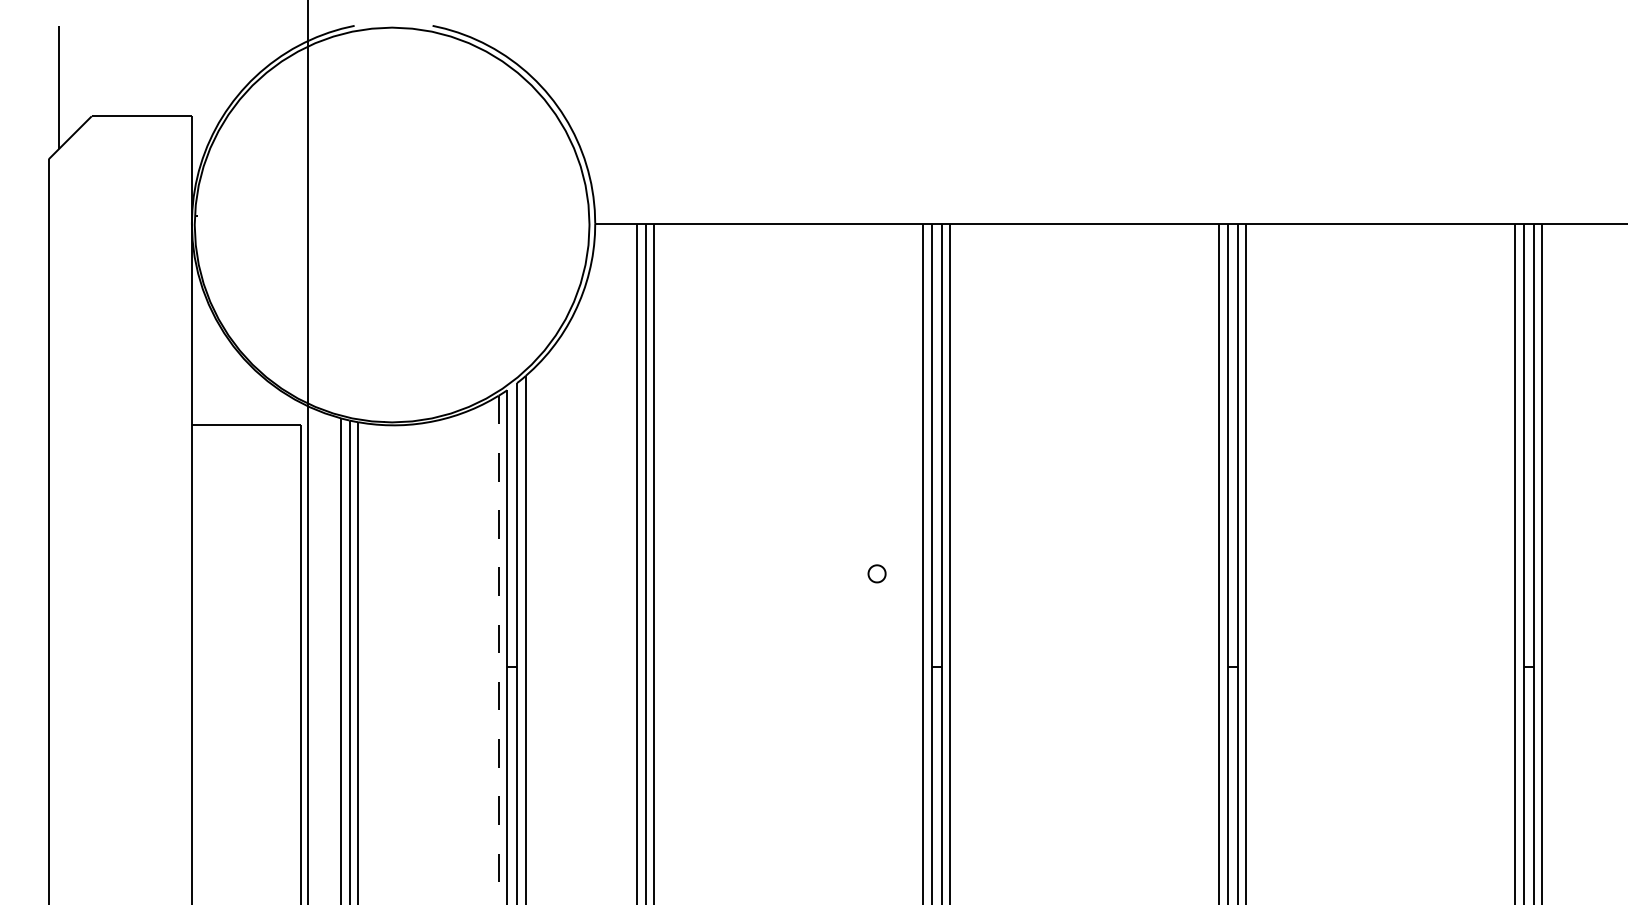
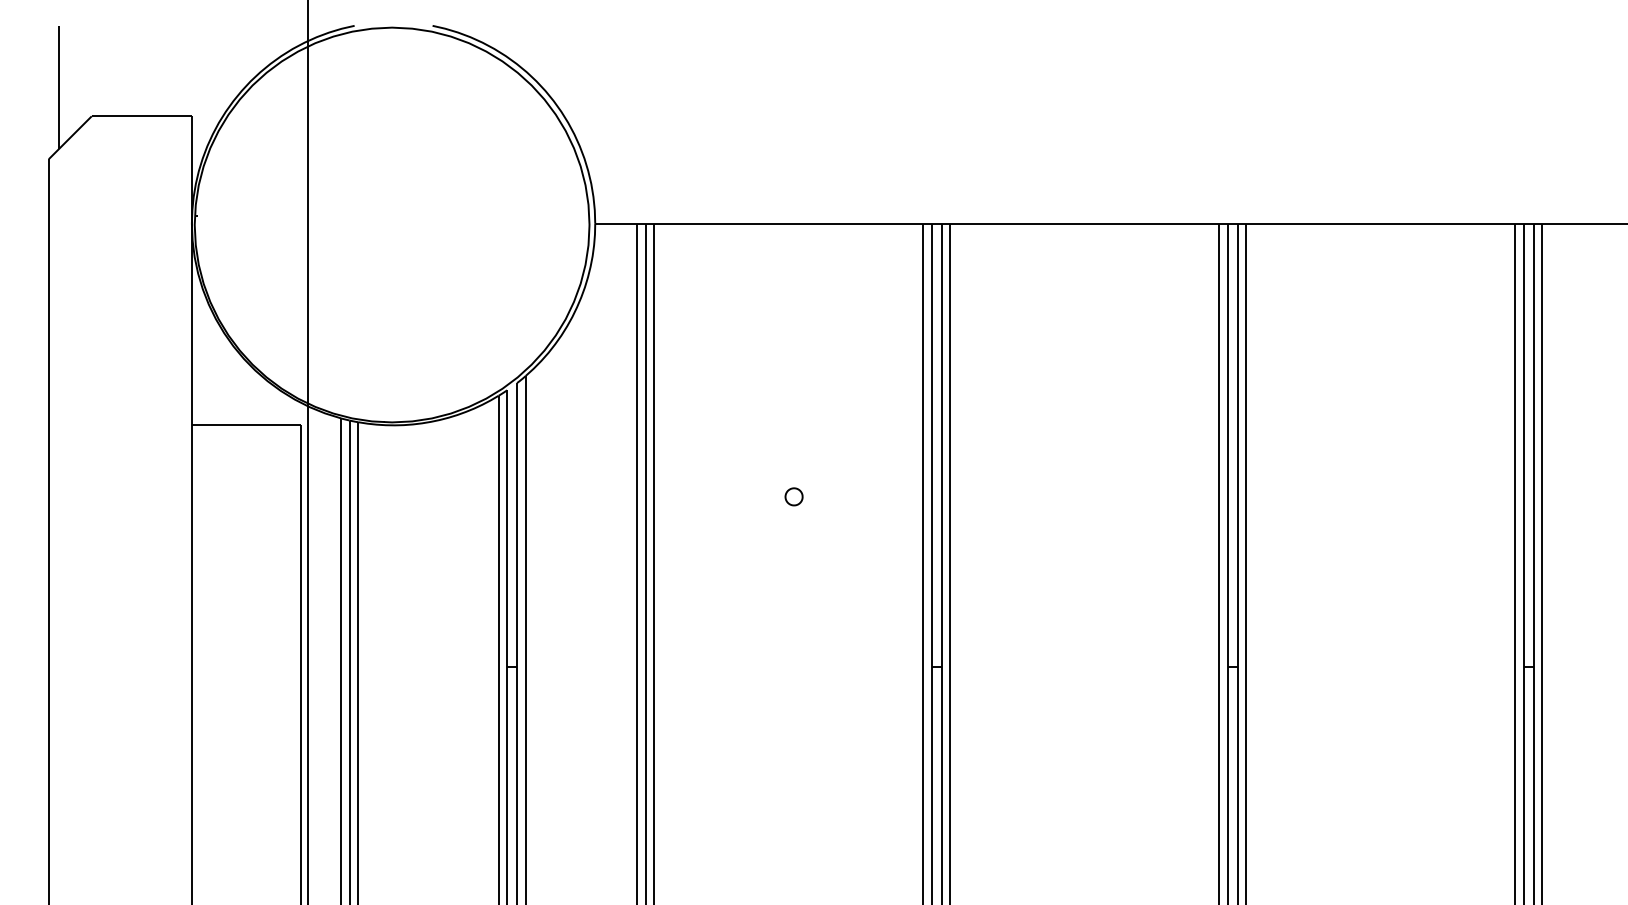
part at (876, 573) position: (876, 573) -> (793, 496)
line at (498, 650): dashed -> solid
